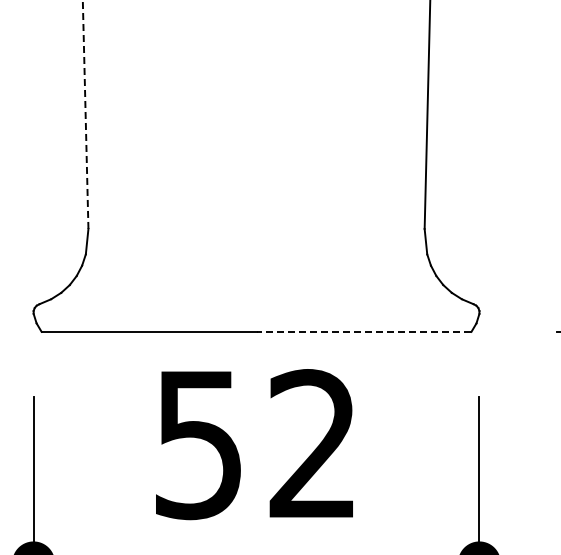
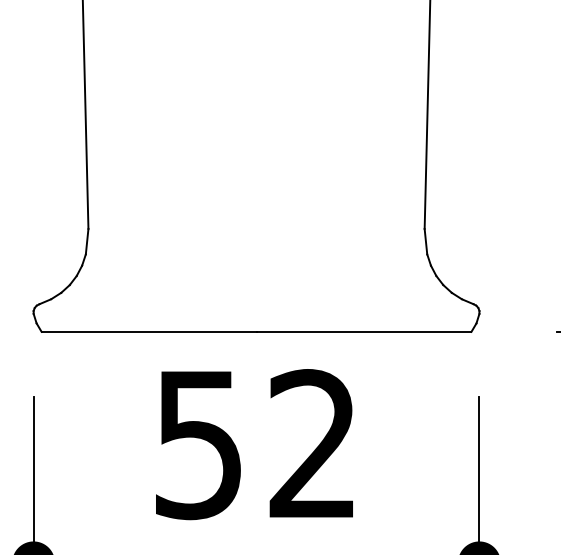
line at (85, 114): dashed -> solid
line at (363, 331): dashed -> solid
